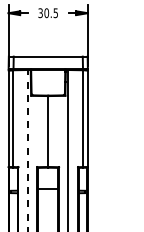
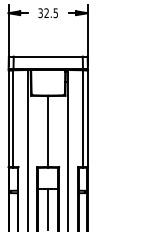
text at (46, 13): 30.5 -> 32.5
line at (28, 150): dashed -> solid
line at (48, 208): none -> present
